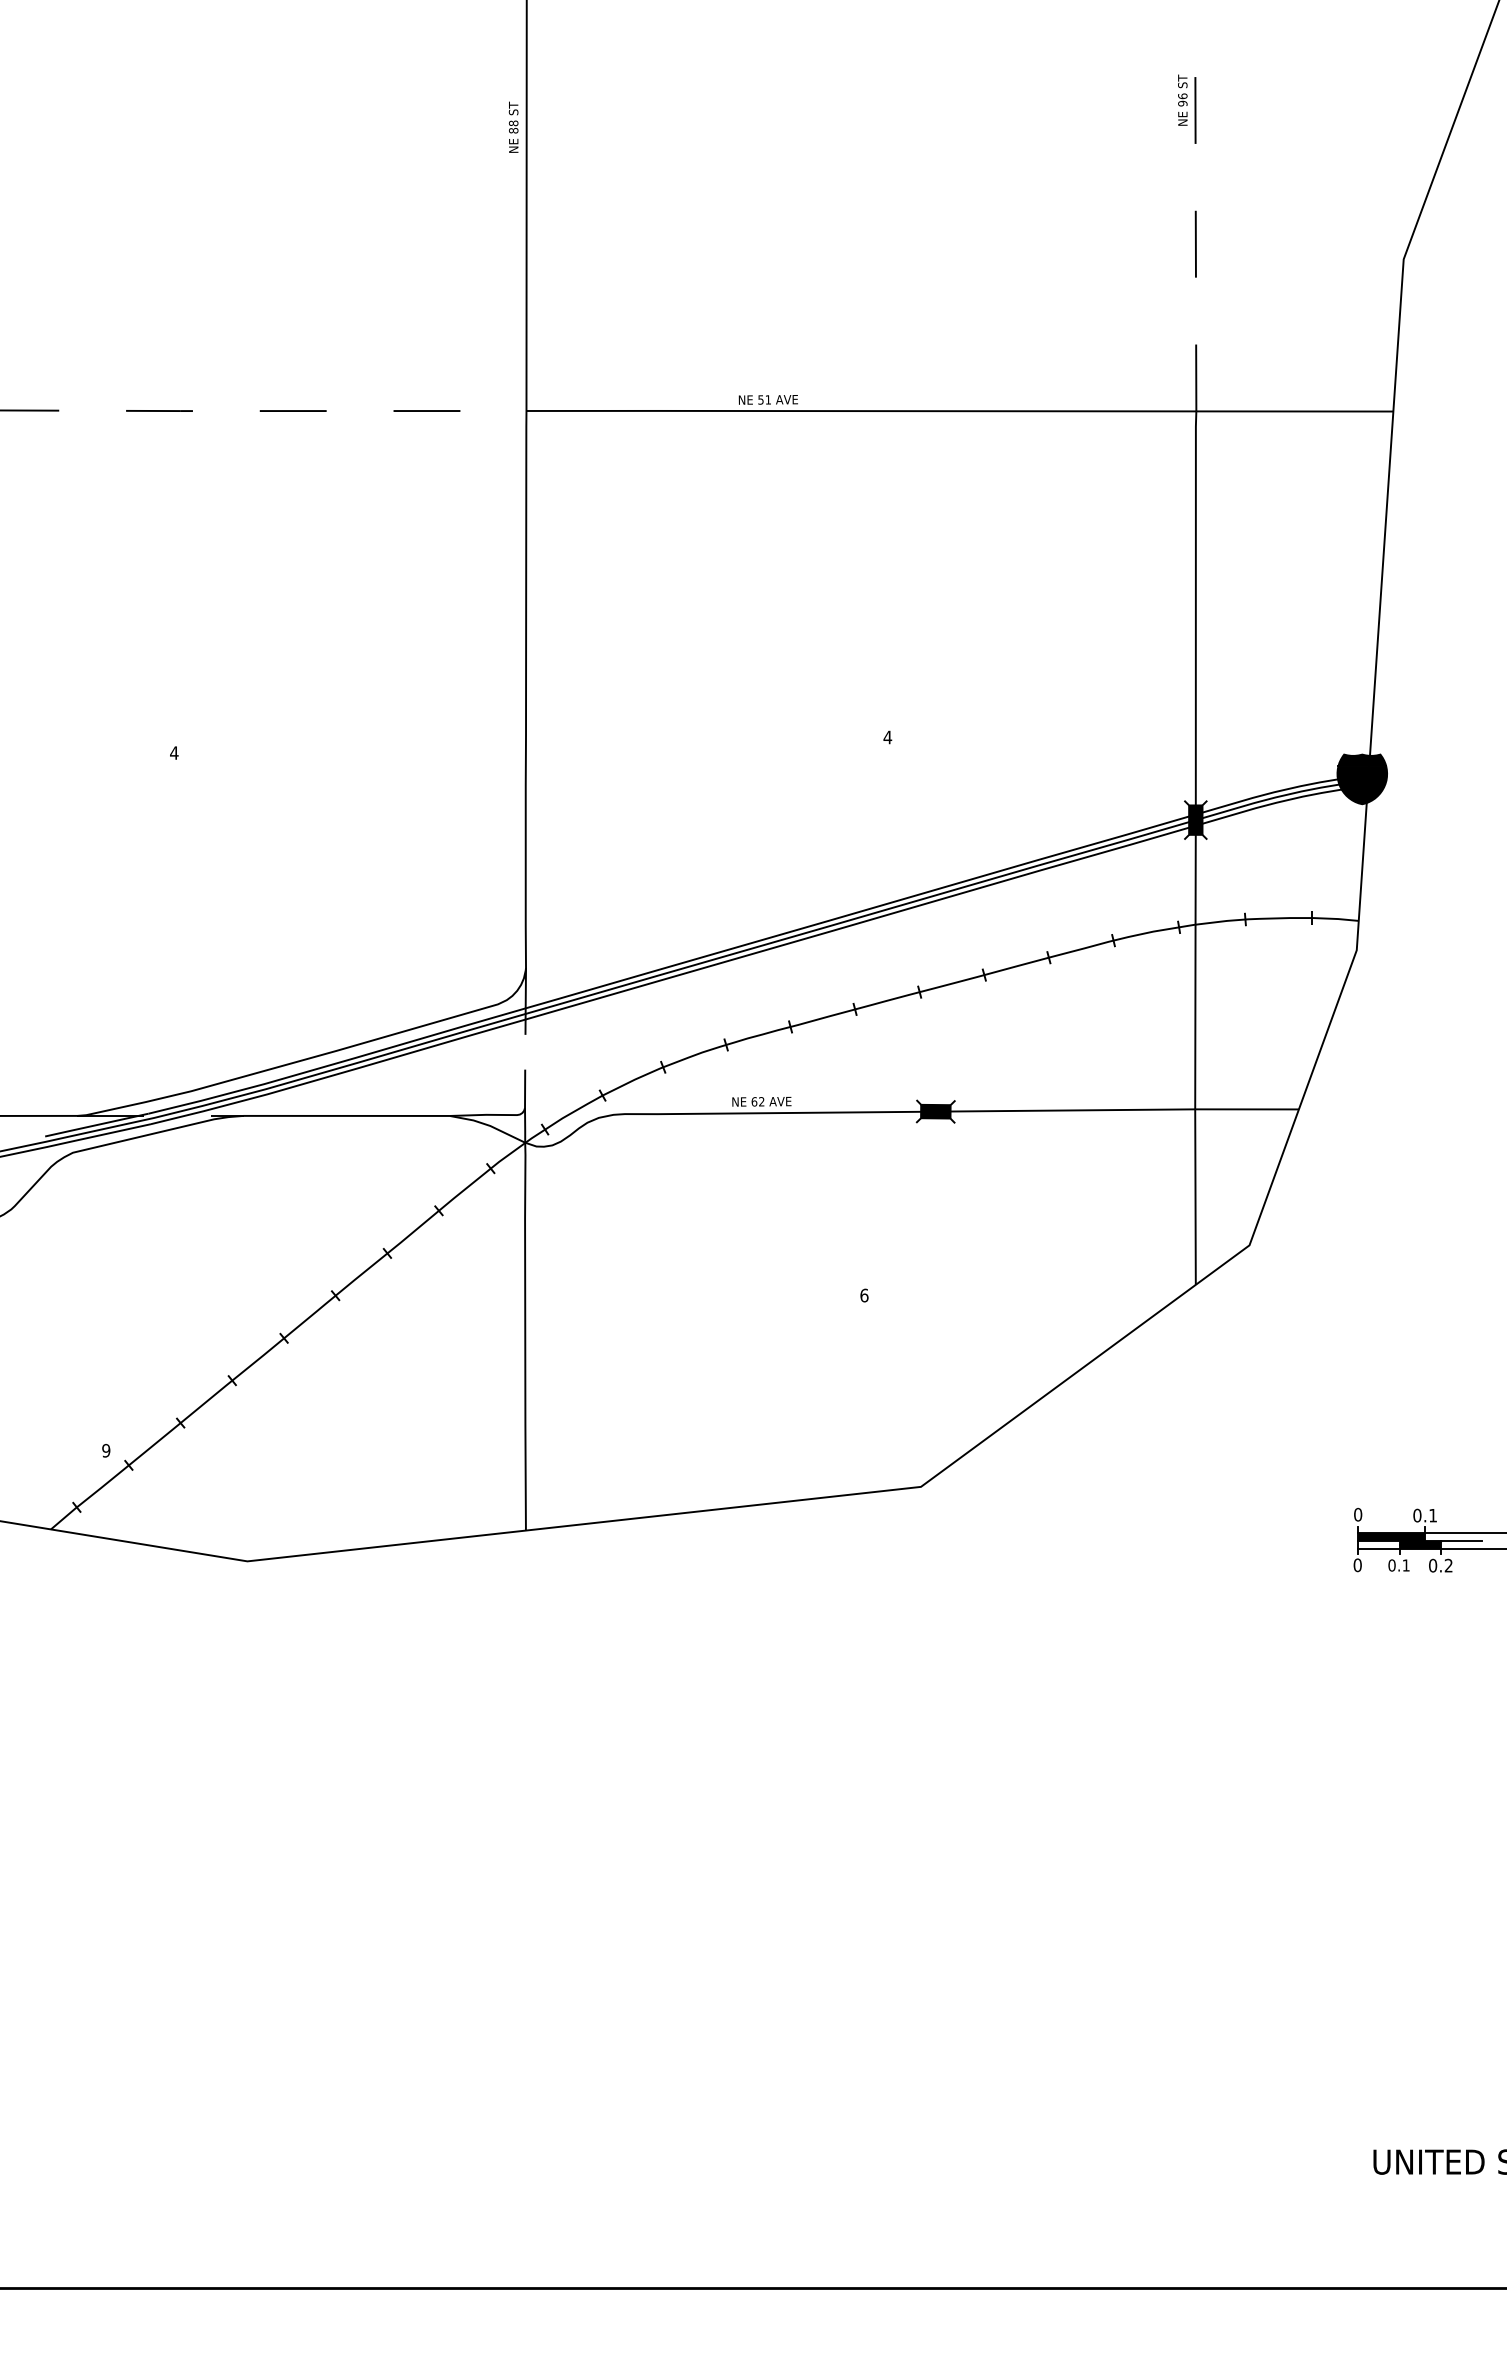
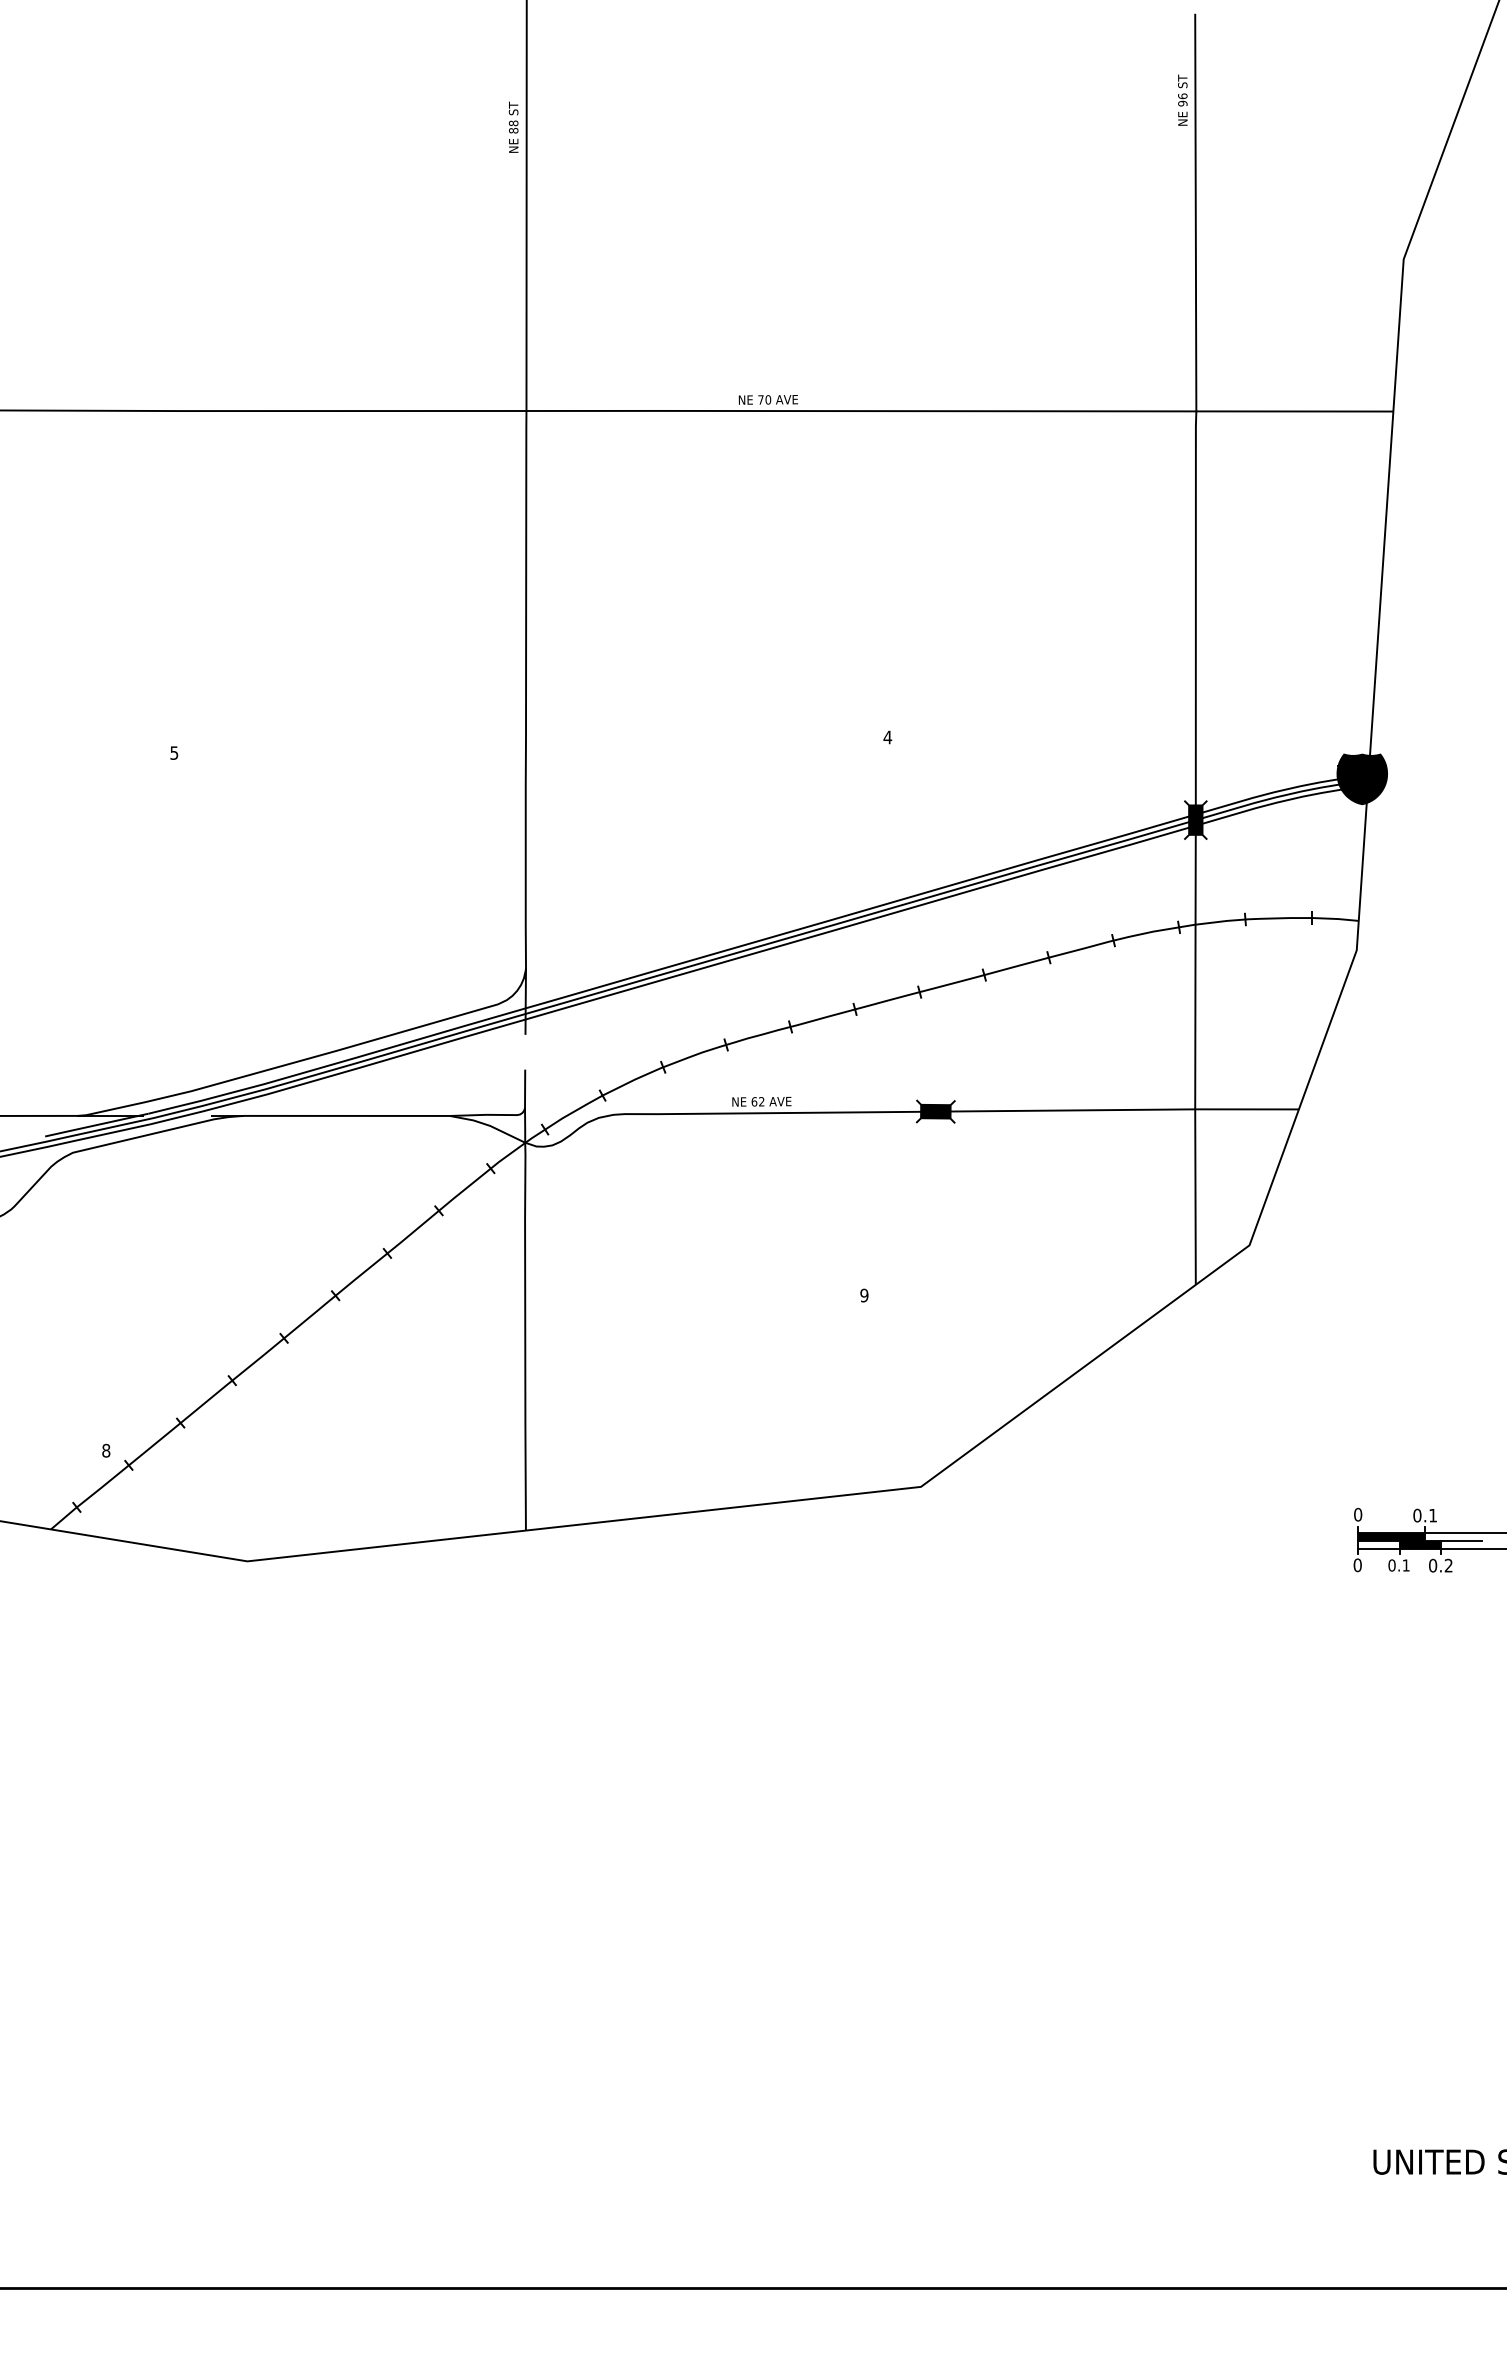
line at (1195, 212): dashed -> solid
text at (764, 399): 51 -> 70
line at (262, 411): dashed -> solid
text at (174, 752): 4 -> 5
text at (864, 1295): 6 -> 9
text at (106, 1450): 9 -> 8
